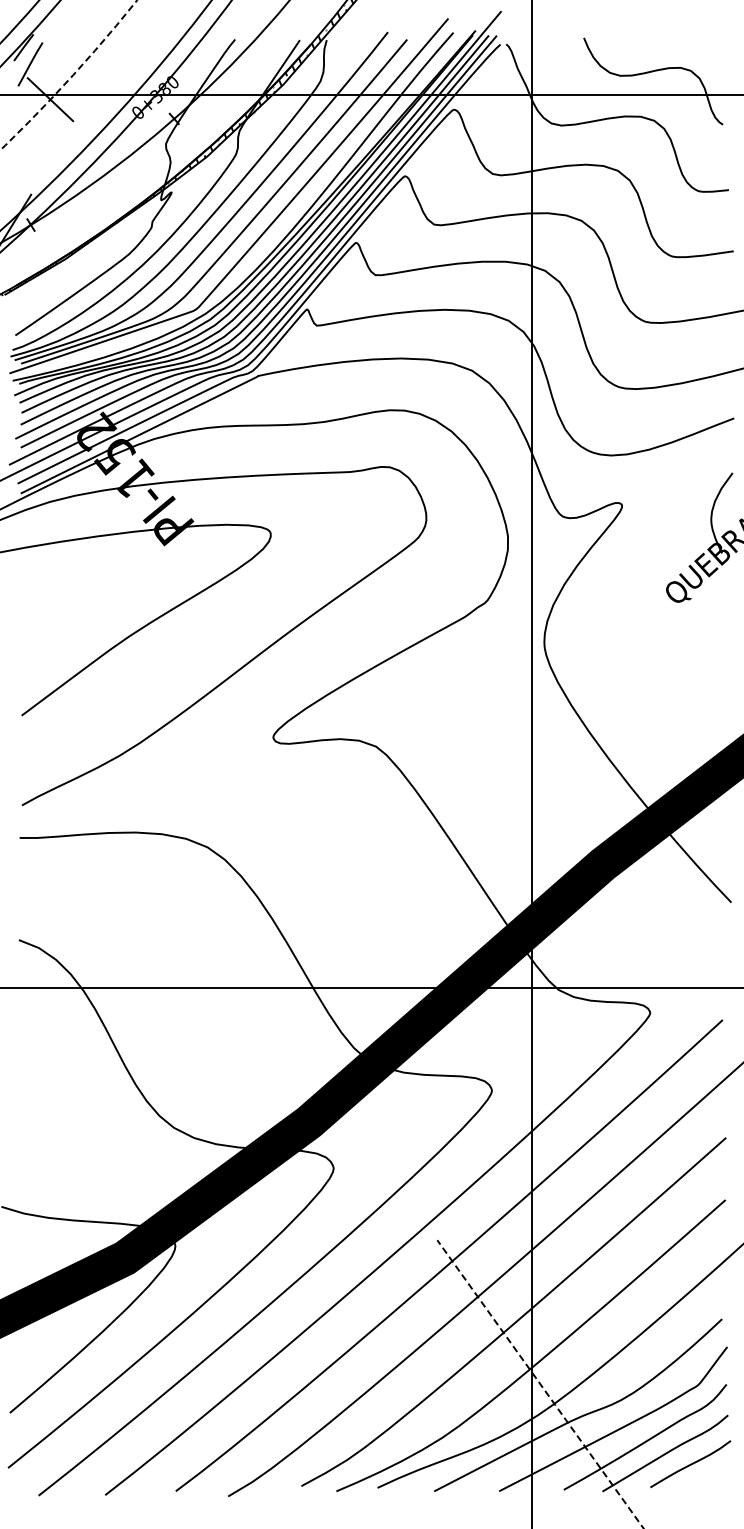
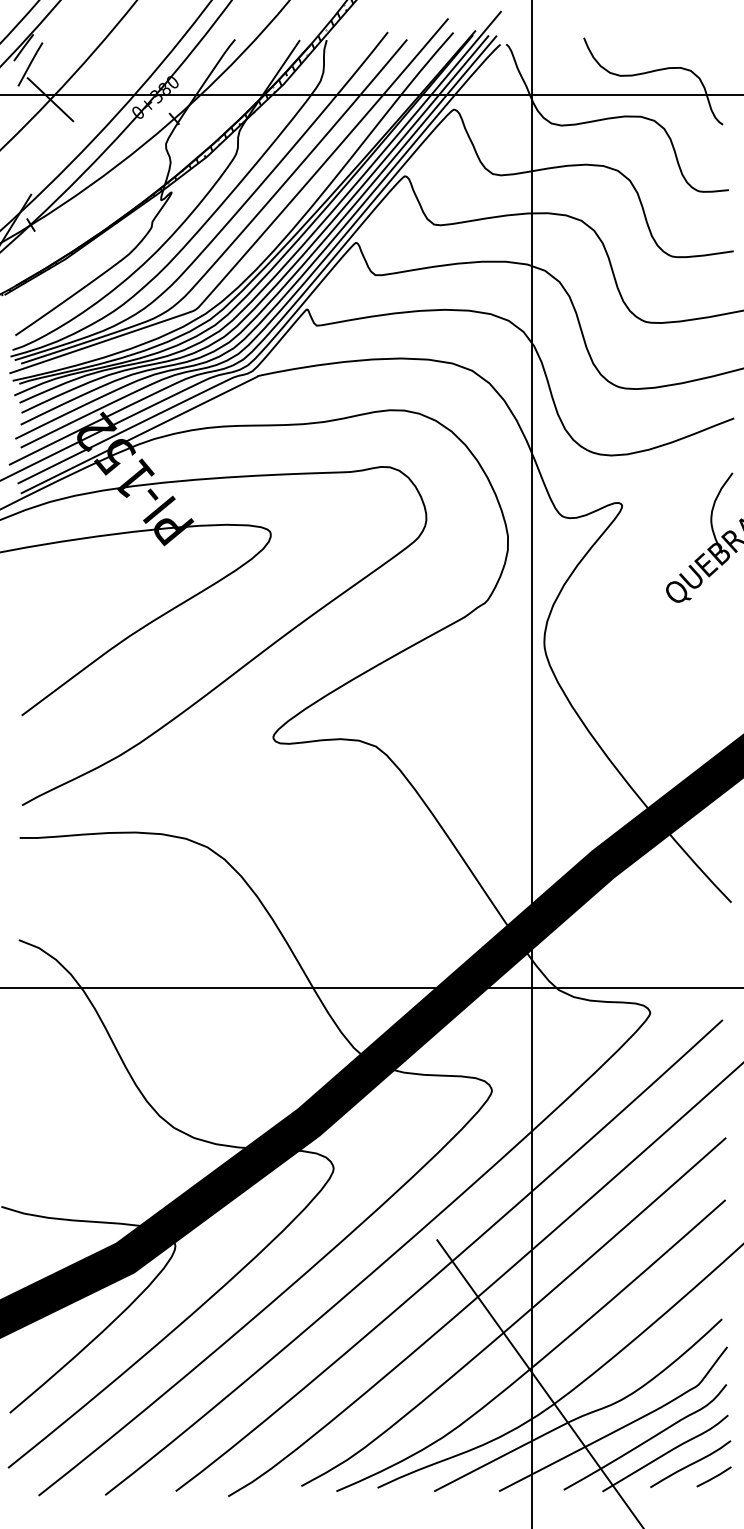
arc at (71, 77): dashed -> solid
line at (540, 1384): dashed -> solid
line at (713, 1476): none -> present
